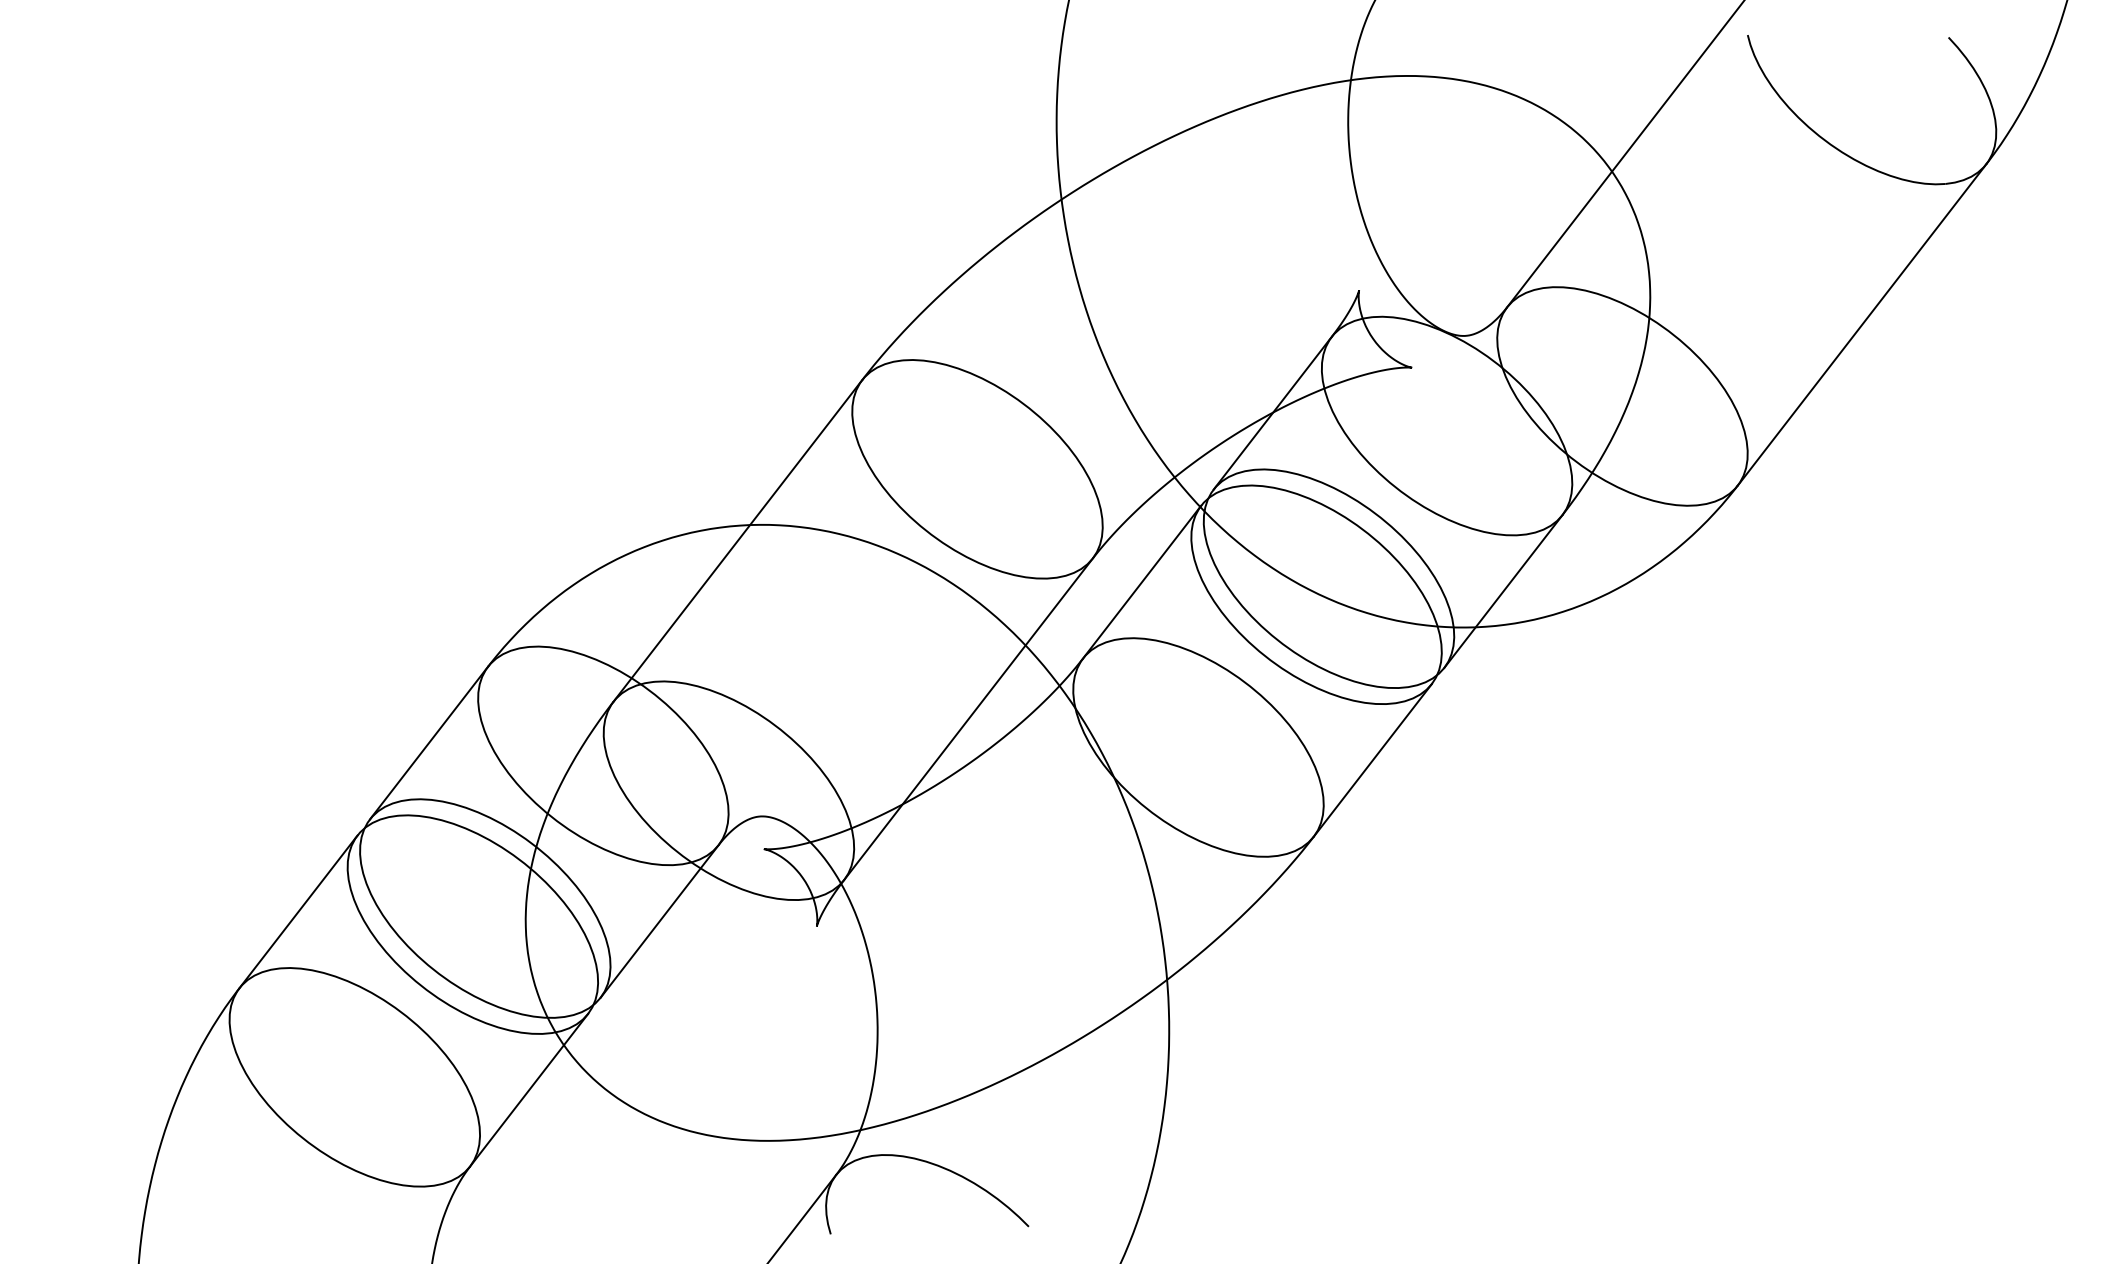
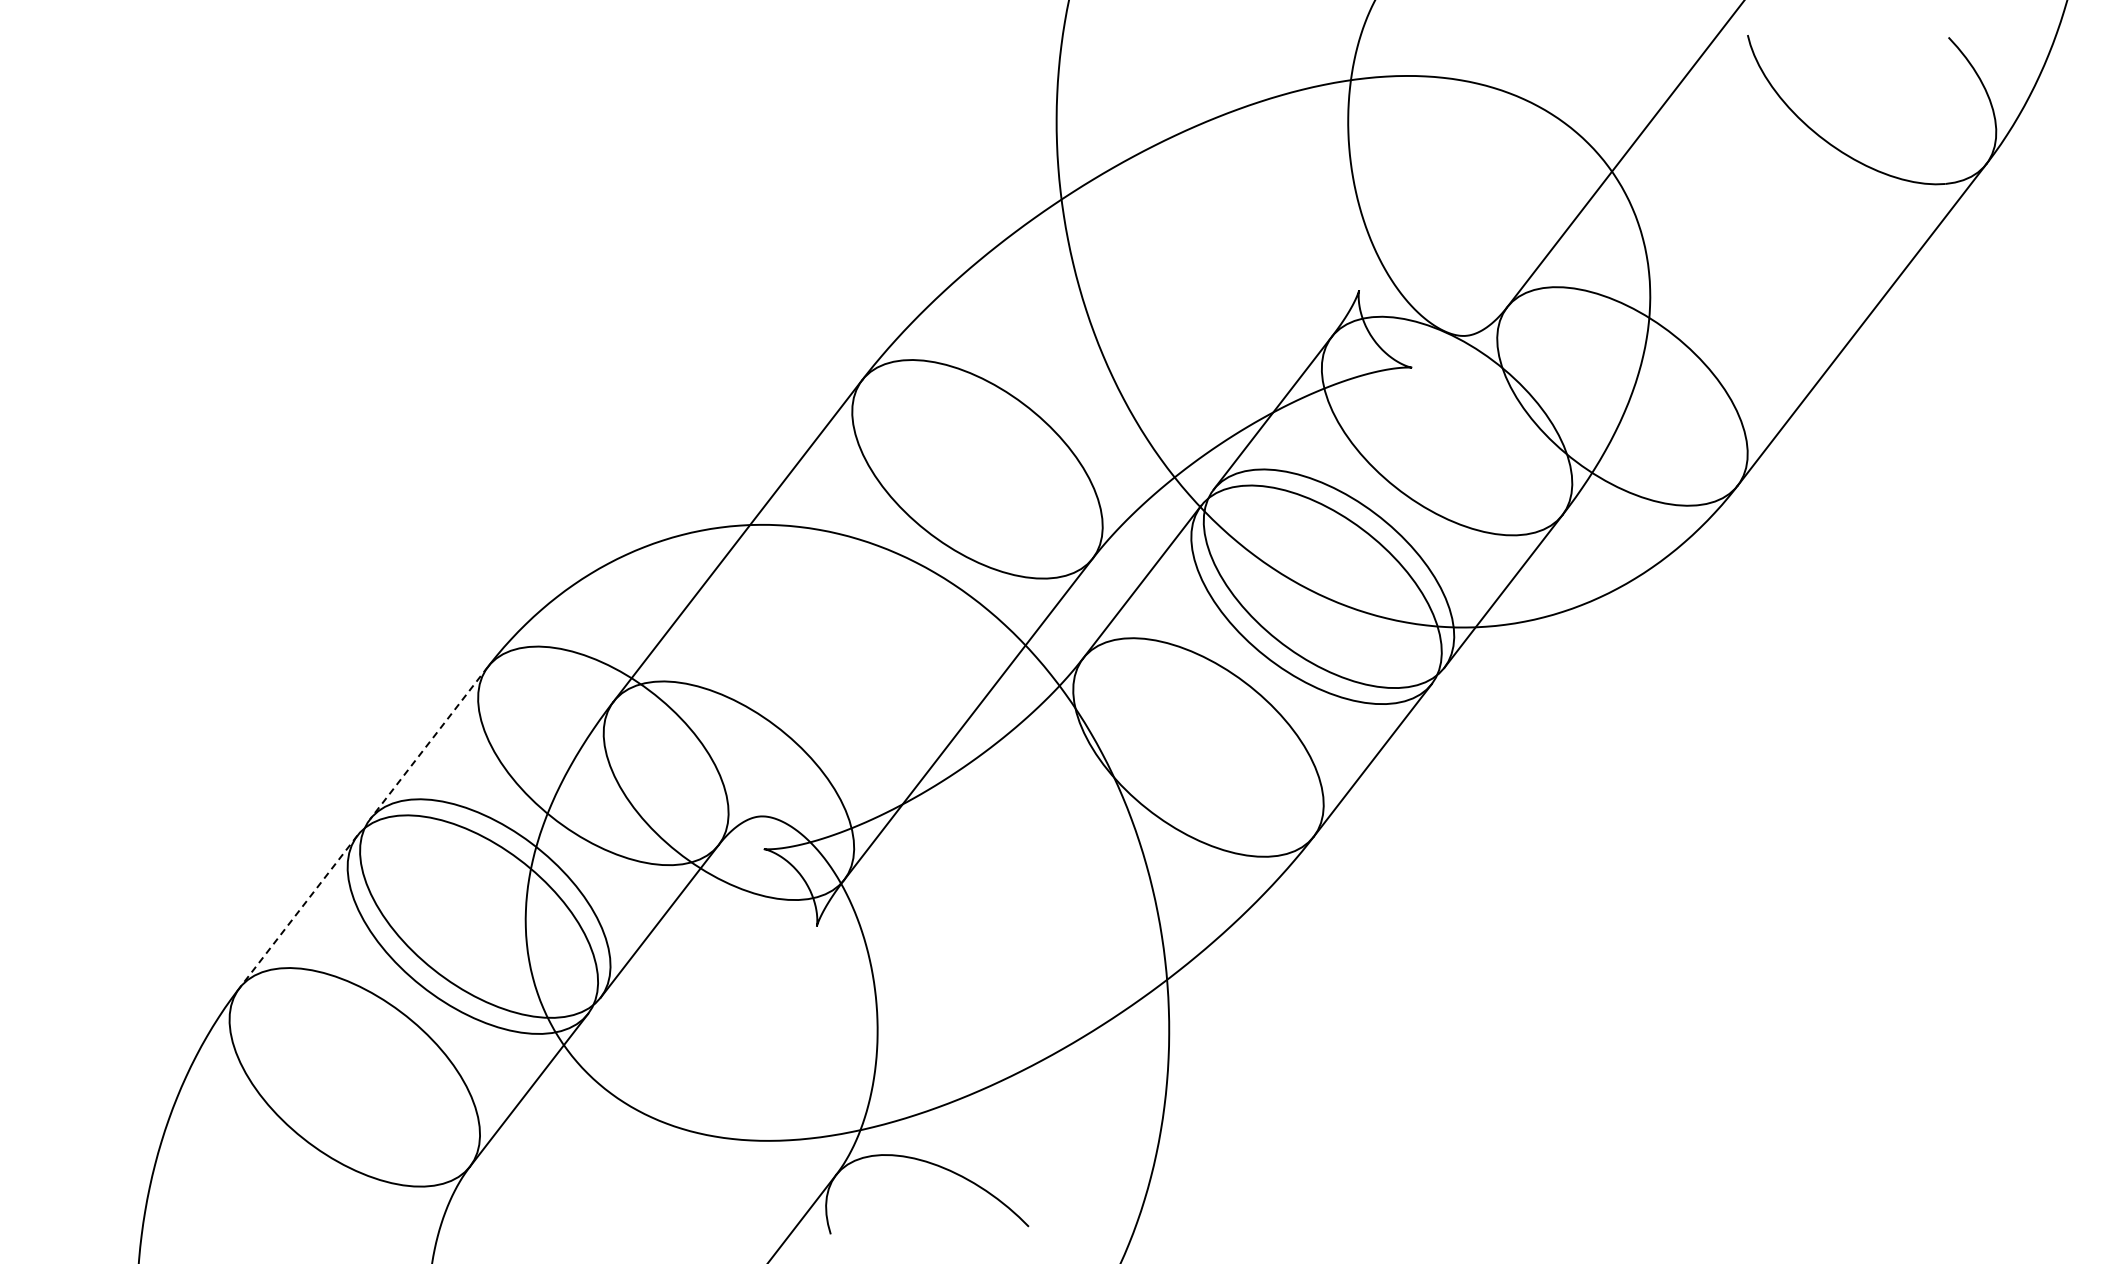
line at (429, 743): solid -> dashed
line at (298, 911): solid -> dashed
